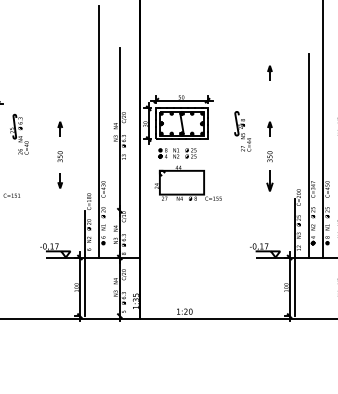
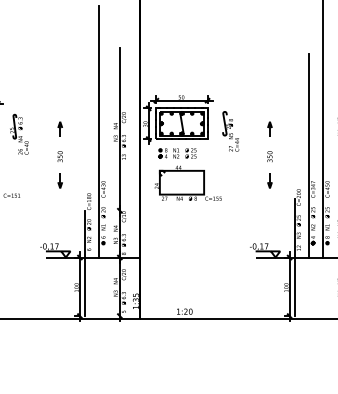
part at (269, 72): present -> none
part at (242, 131) position: (242, 131) -> (230, 131)
part at (269, 180) size: 8x22 px -> 6x16 px
